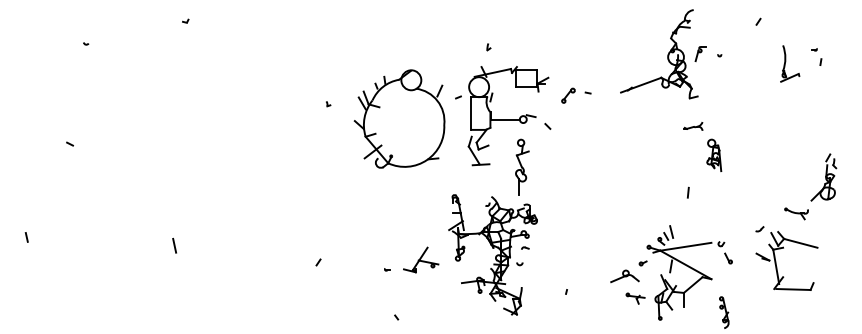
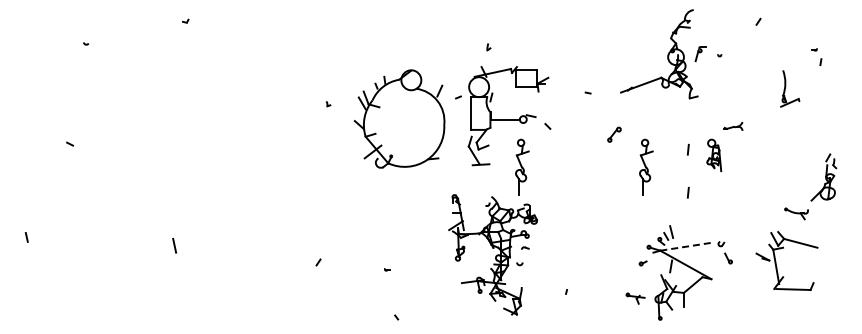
part at (790, 63) position: (790, 63) -> (790, 88)
part at (568, 95) position: (568, 95) -> (614, 134)
part at (693, 126) position: (693, 126) -> (733, 126)
line at (688, 149): none -> present
part at (646, 166): none -> present
part at (759, 229): present -> none
line at (685, 246): solid -> dashed
part at (421, 259): present -> none
part at (624, 276): present -> none
part at (724, 312): present -> none
